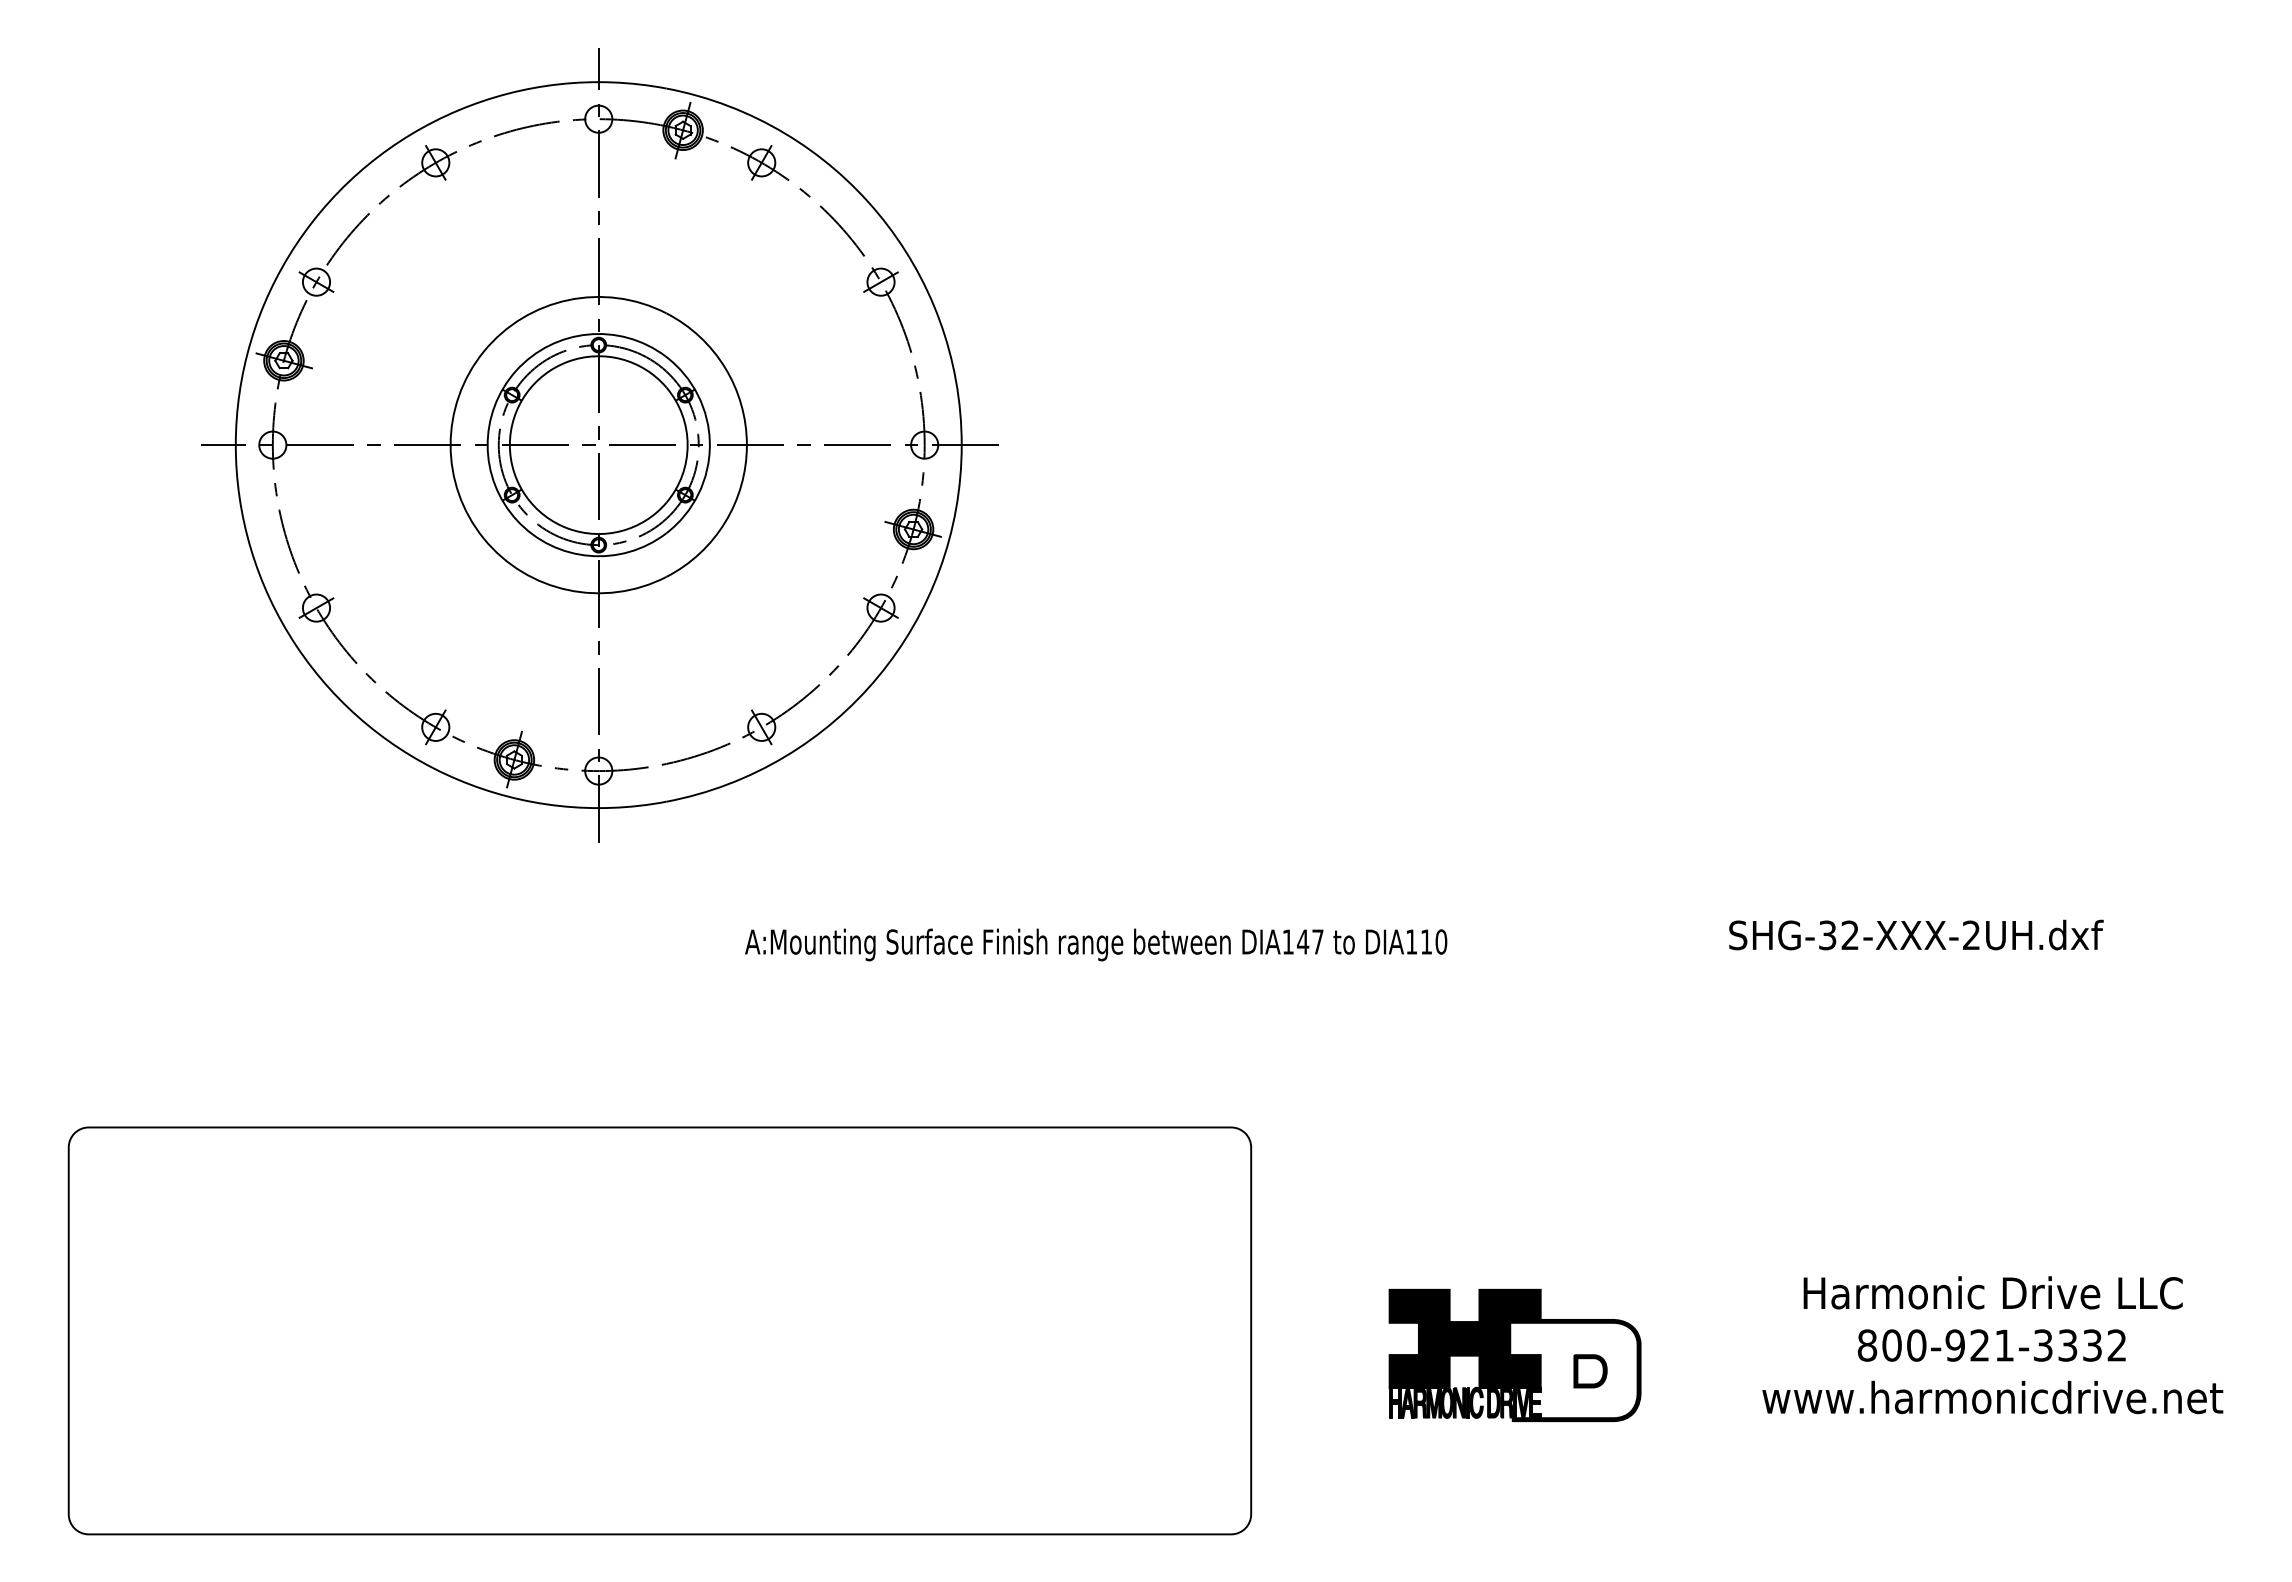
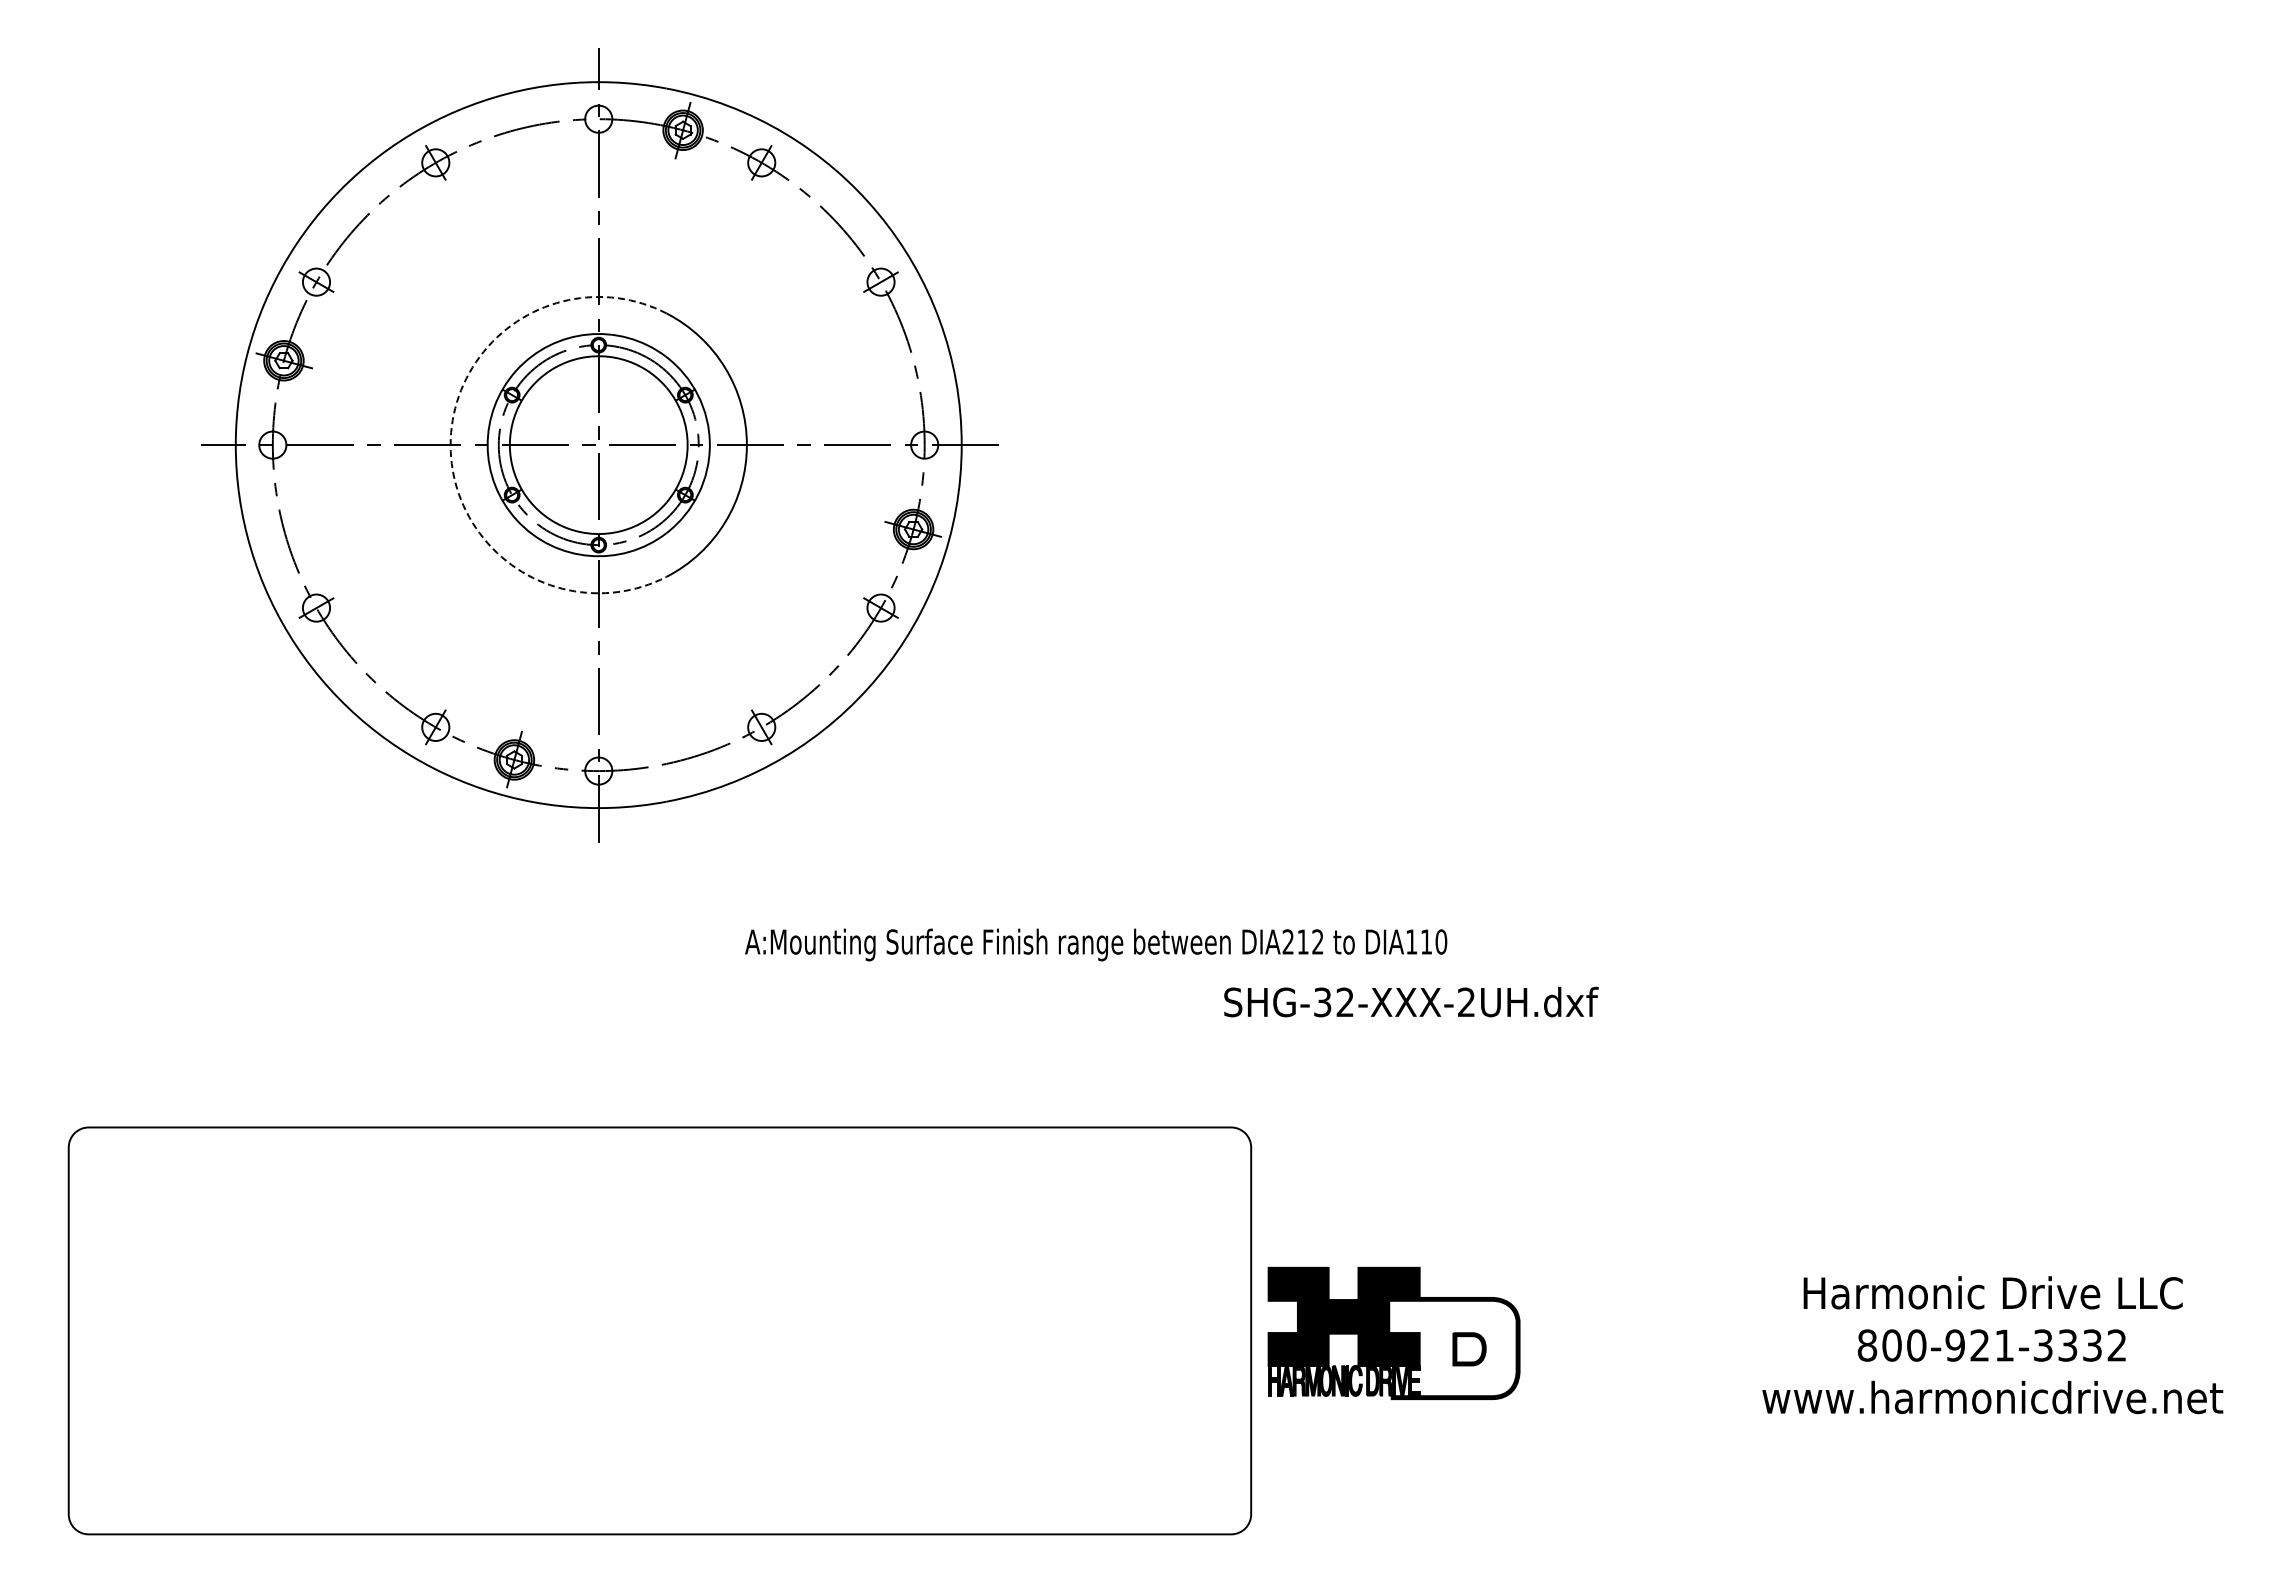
arc at (450, 445): solid -> dashed
text at (1916, 934) position: (1916, 934) -> (1411, 1001)
text at (1302, 941): DIA147 -> DIA212
part at (1514, 1354) position: (1514, 1354) -> (1393, 1332)
